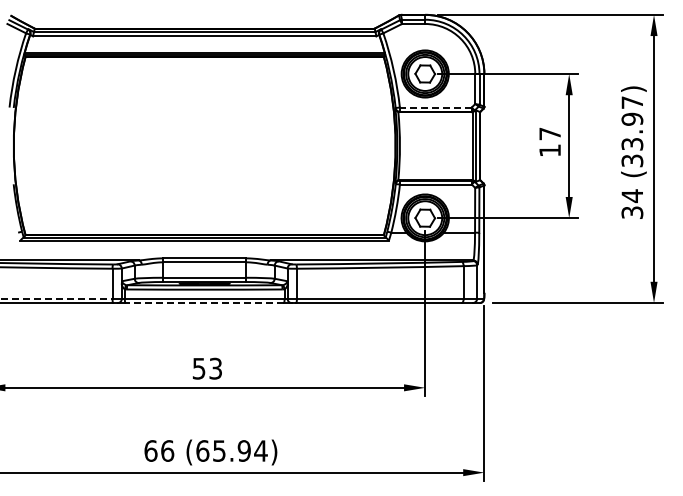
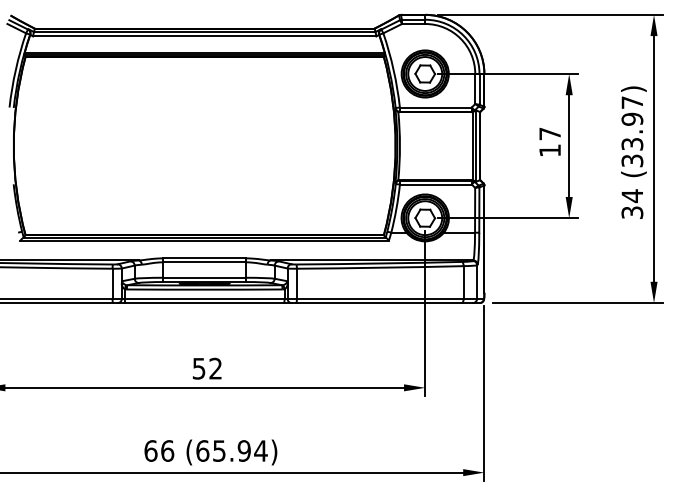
line at (435, 107): dashed -> solid
line at (56, 298): dashed -> solid
line at (204, 303): dashed -> solid
text at (215, 368): 53 -> 52
